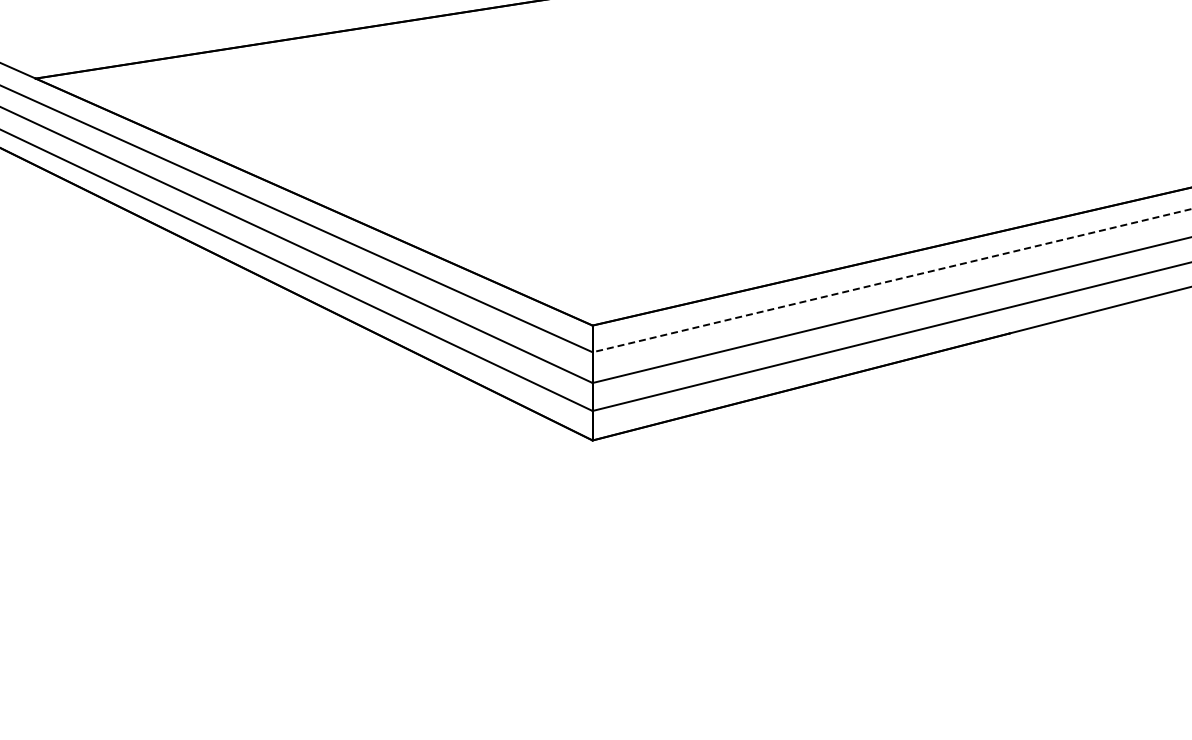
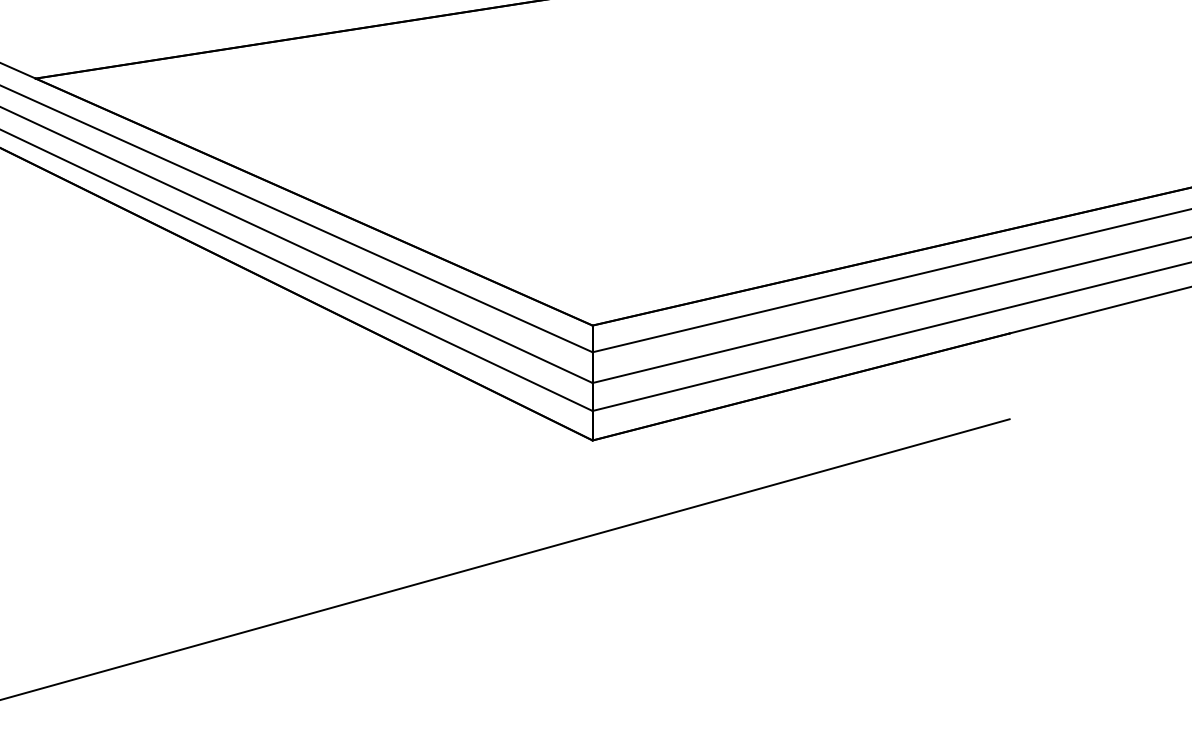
line at (892, 280): dashed -> solid
line at (505, 559): none -> present
